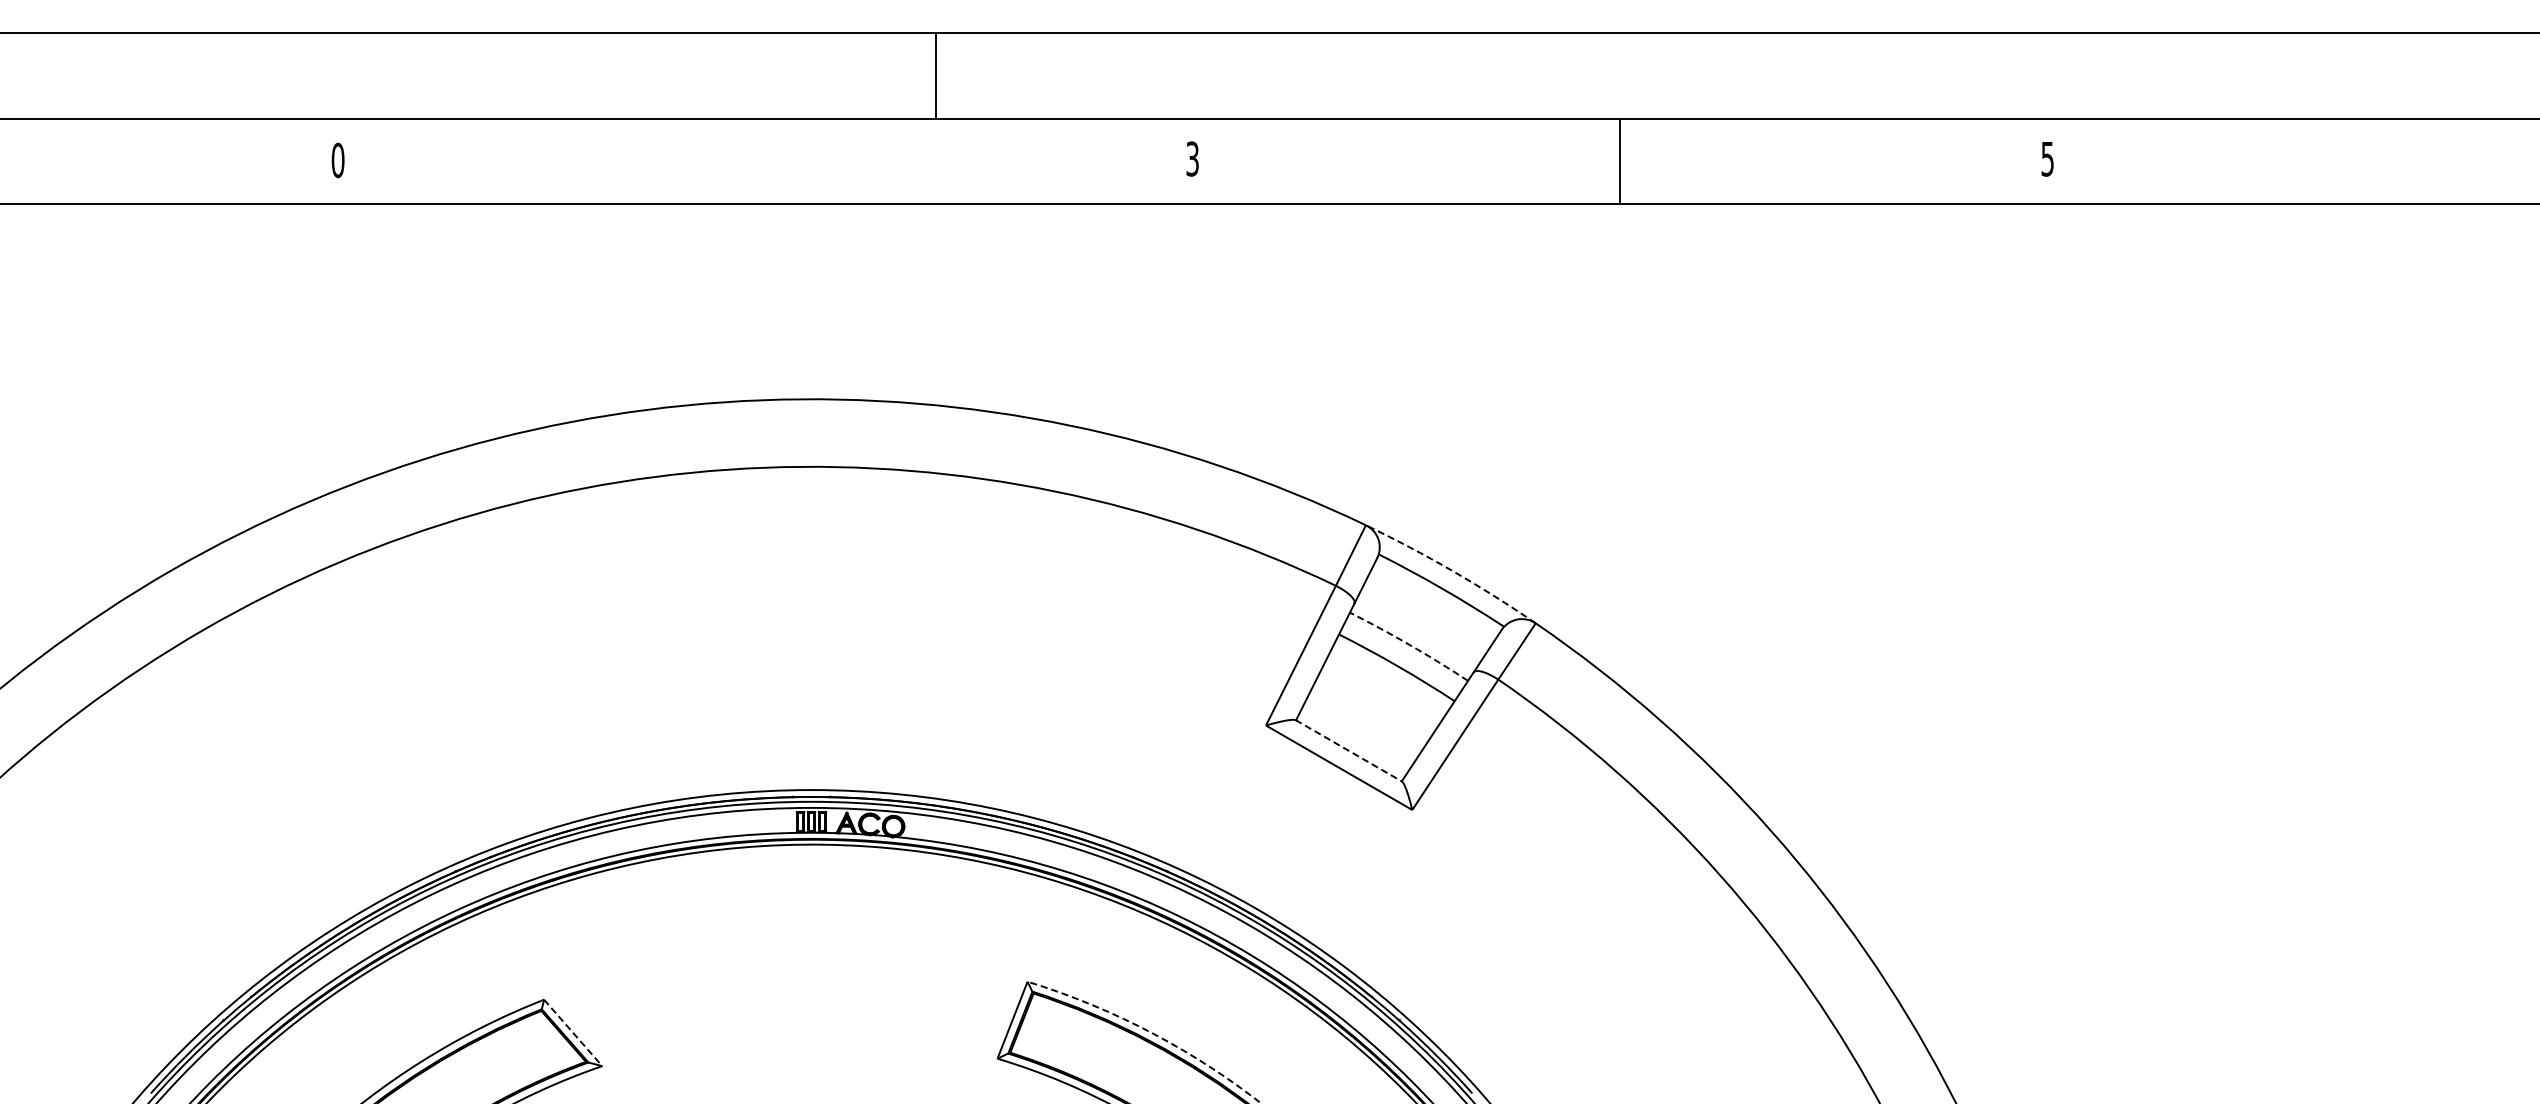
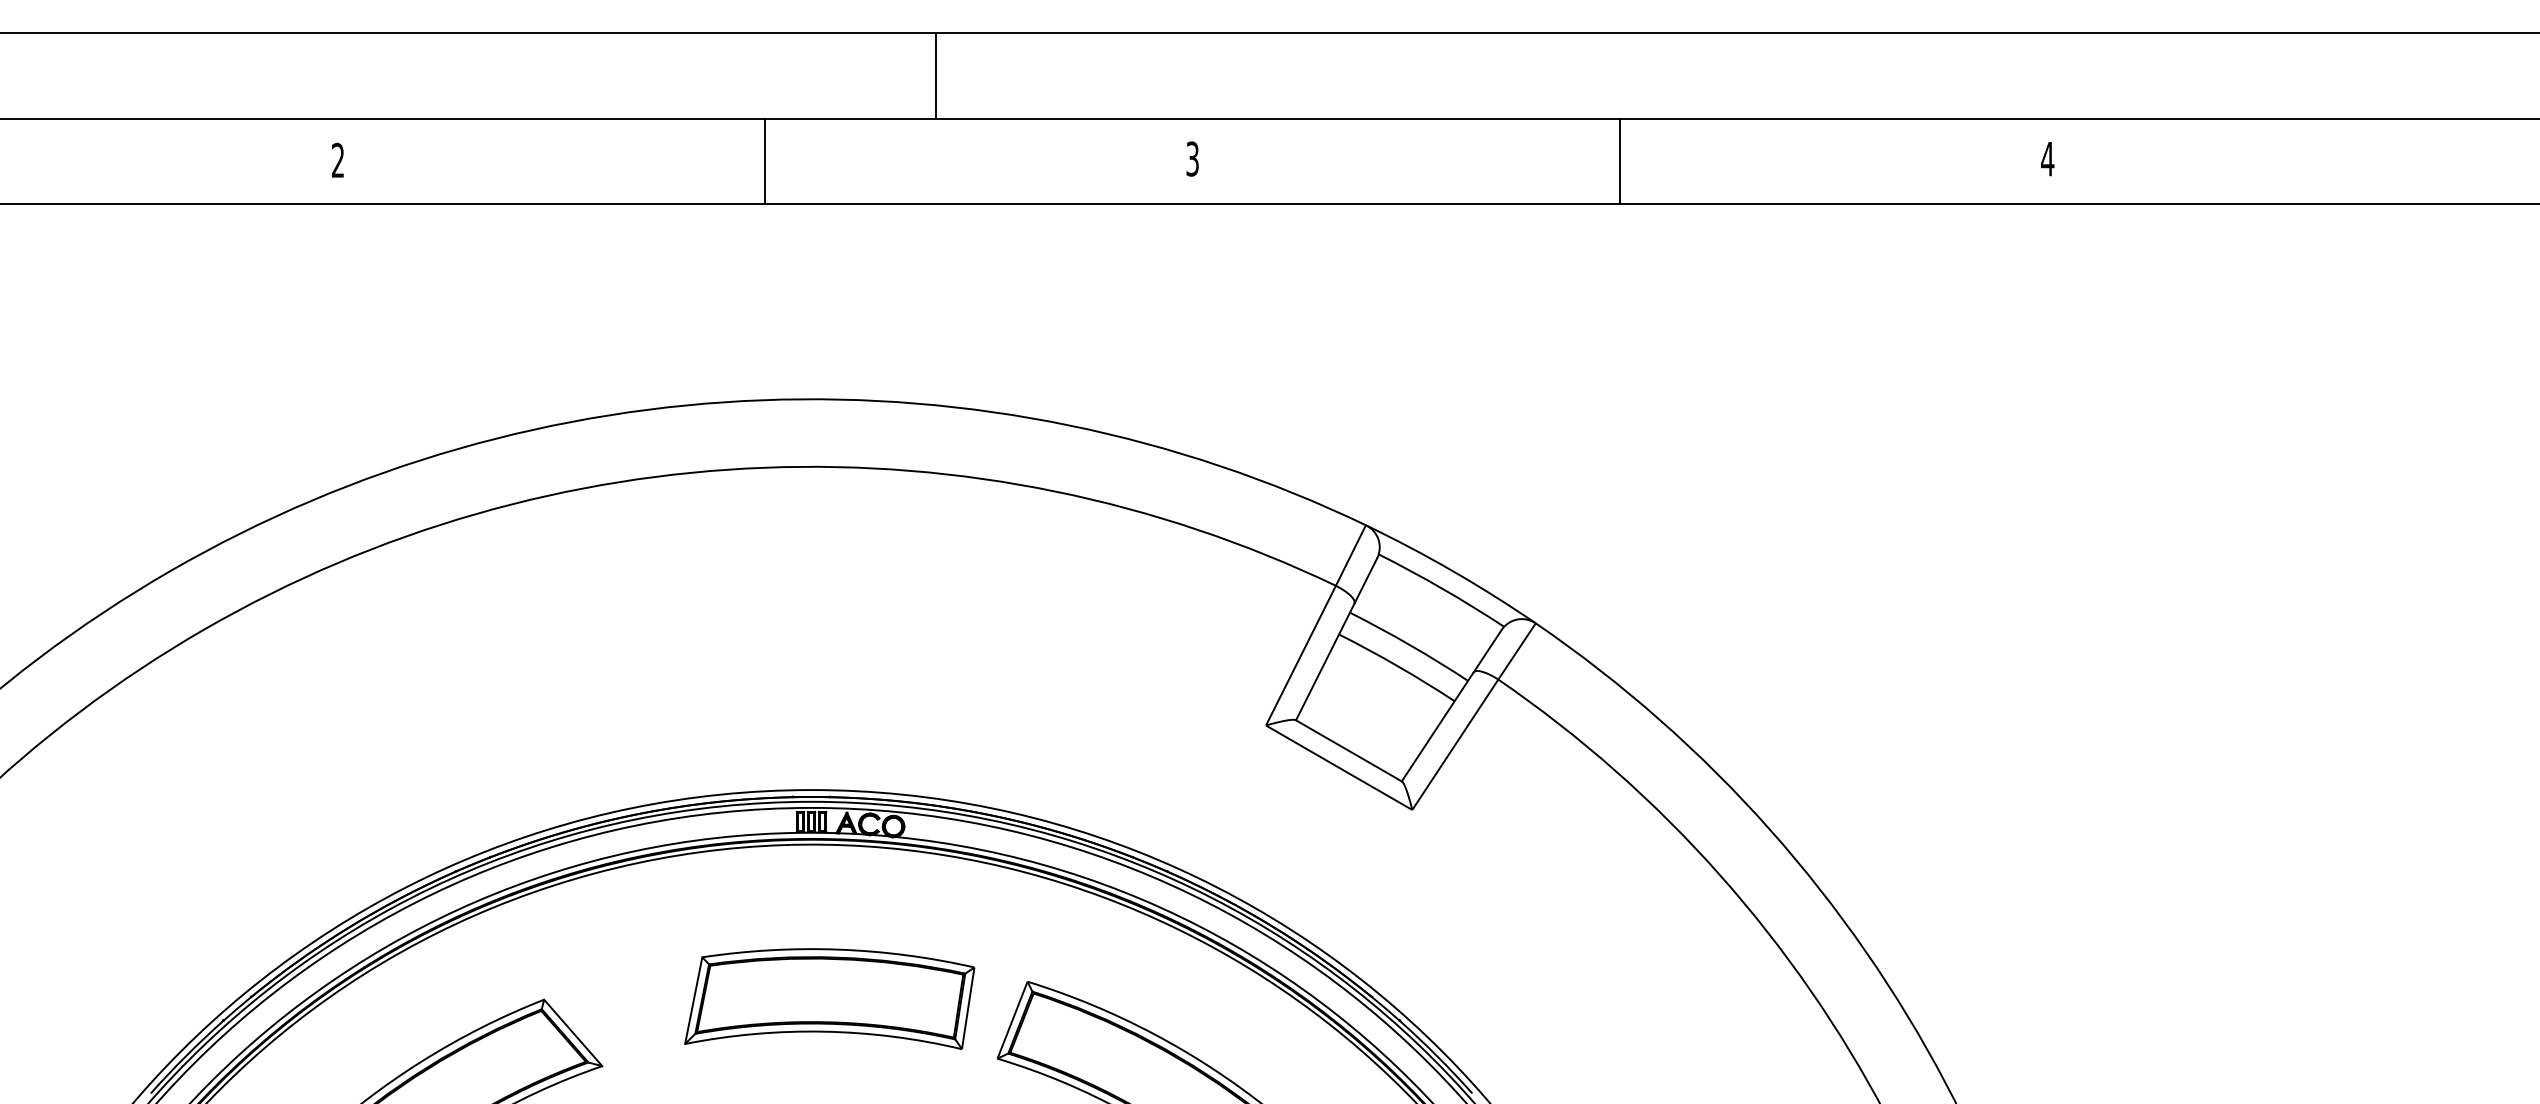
text at (2047, 159): 5 -> 4
text at (337, 160): 0 -> 2
line at (765, 161): none -> present
arc at (1452, 571): dashed -> solid
arc at (1409, 645): dashed -> solid
line at (1348, 750): dashed -> solid
part at (829, 998): none -> present
arc at (1150, 1032): dashed -> solid
line at (573, 1033): dashed -> solid
